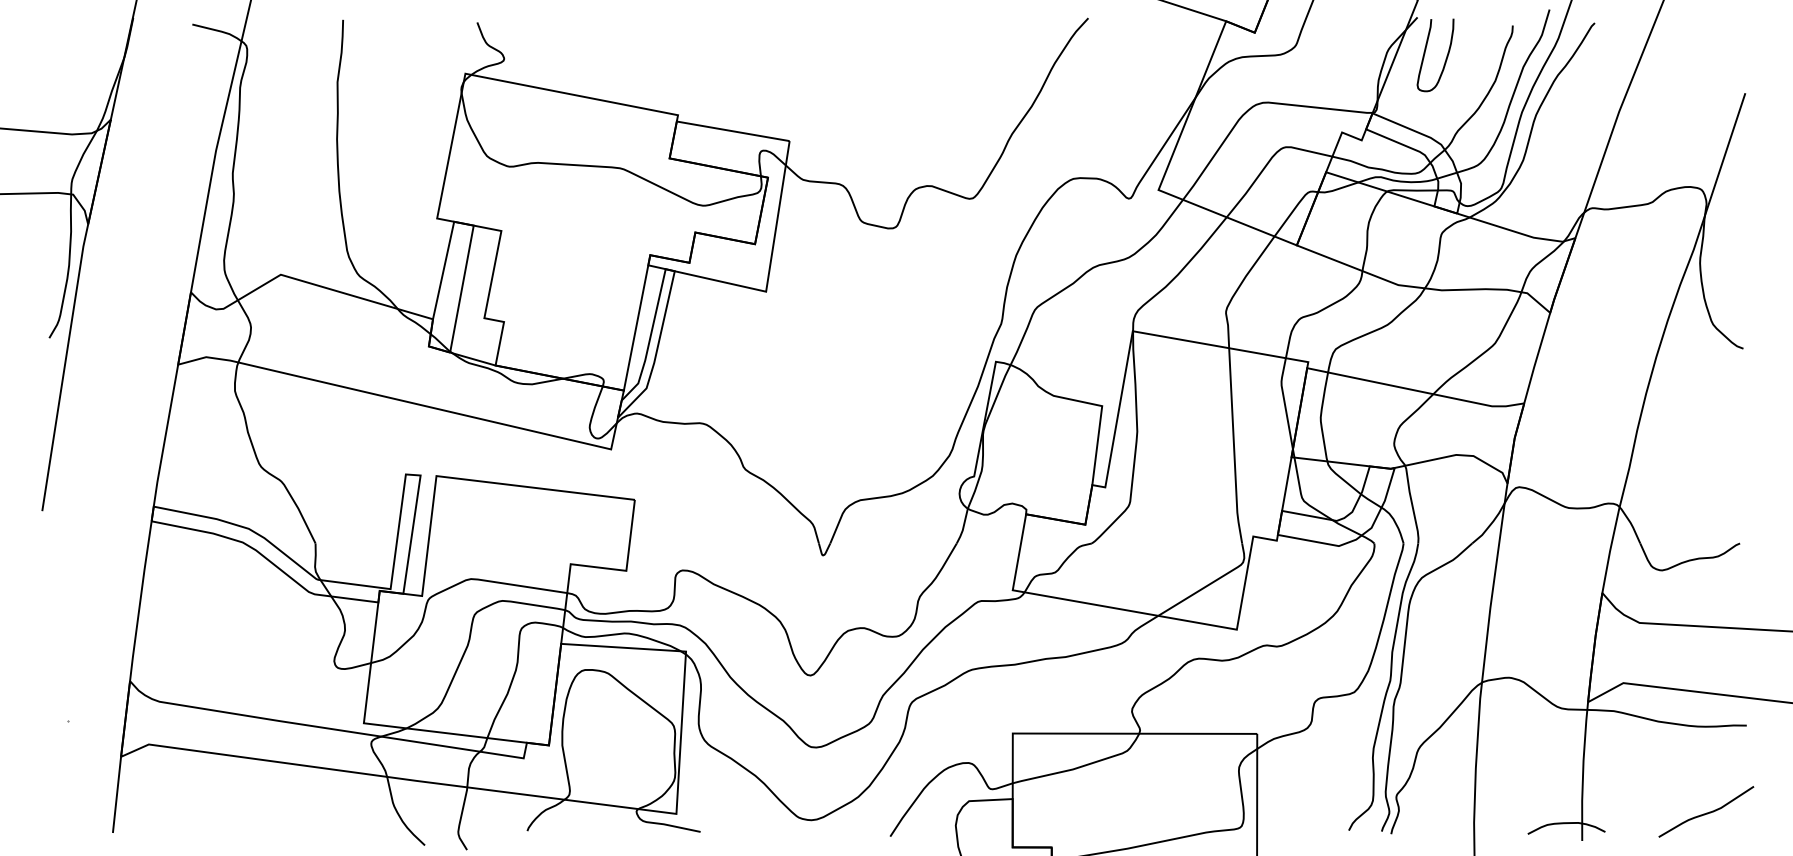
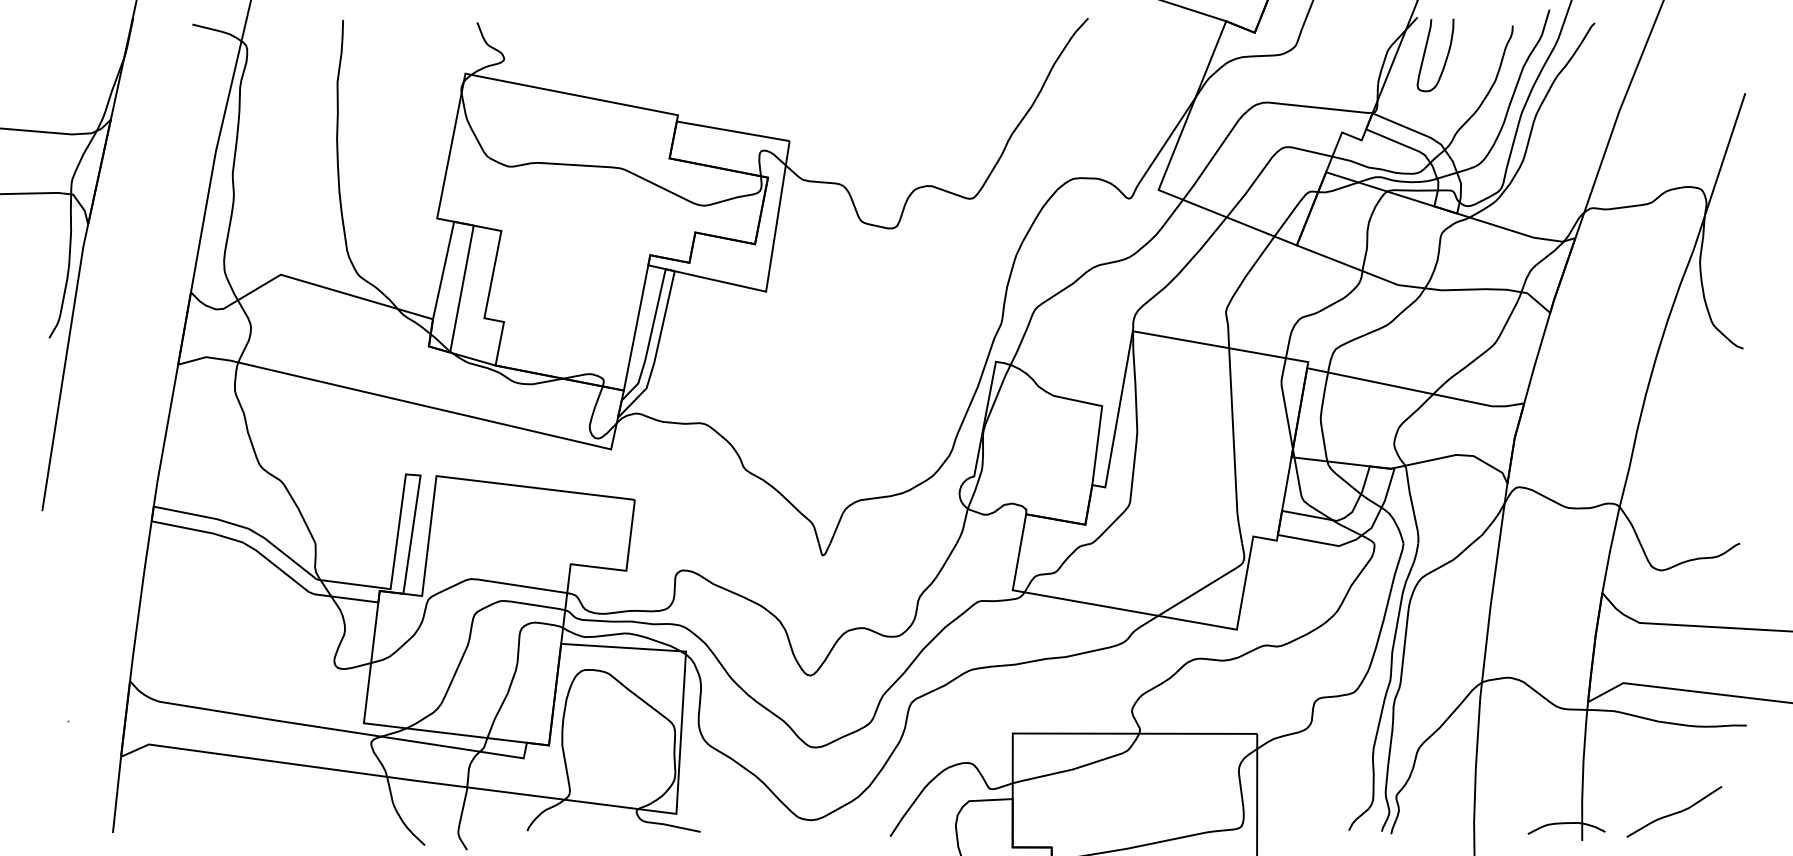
curve at (1706, 812) position: (1706, 812) -> (1674, 812)
